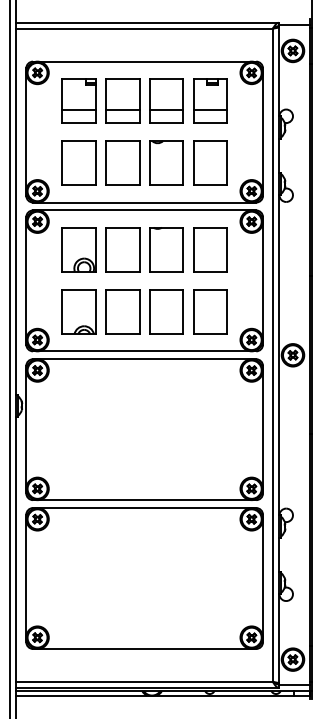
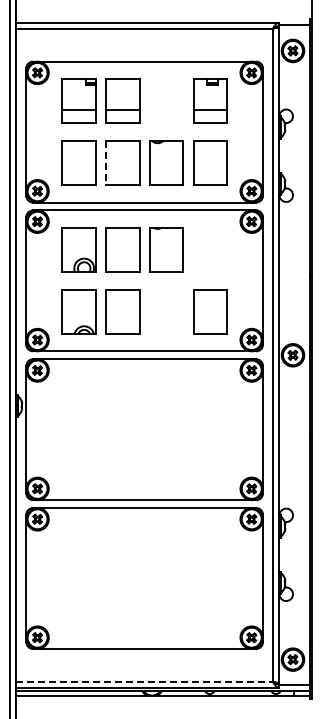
part at (166, 100): present -> none
line at (105, 163): solid -> dashed
part at (210, 249): present -> none
part at (166, 311): present -> none
line at (144, 681): solid -> dashed
